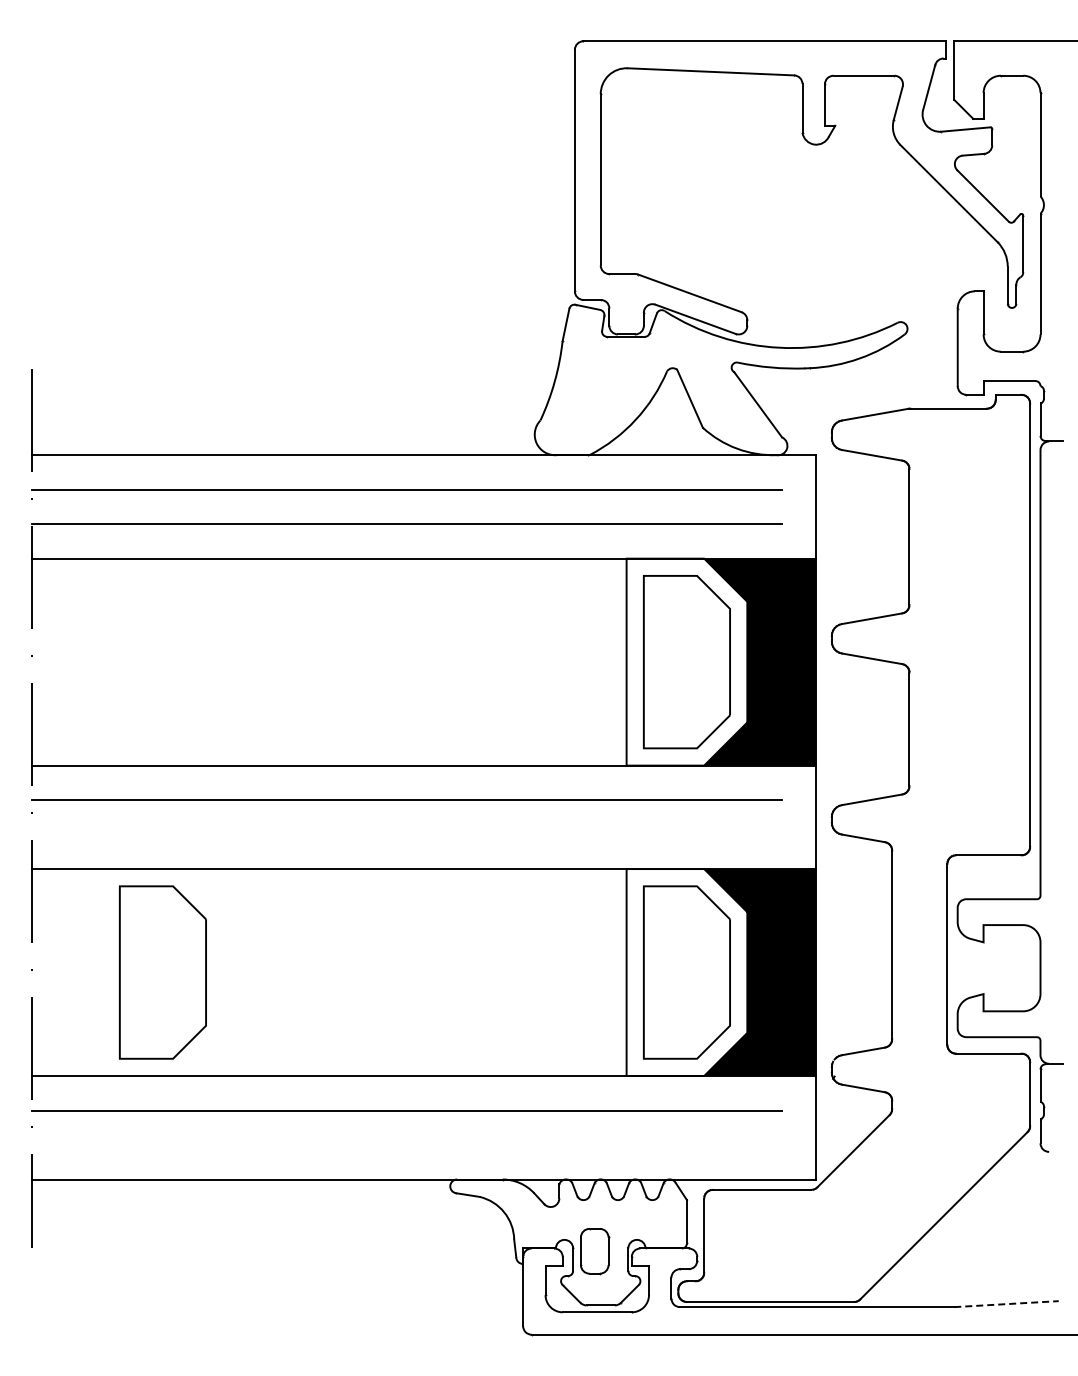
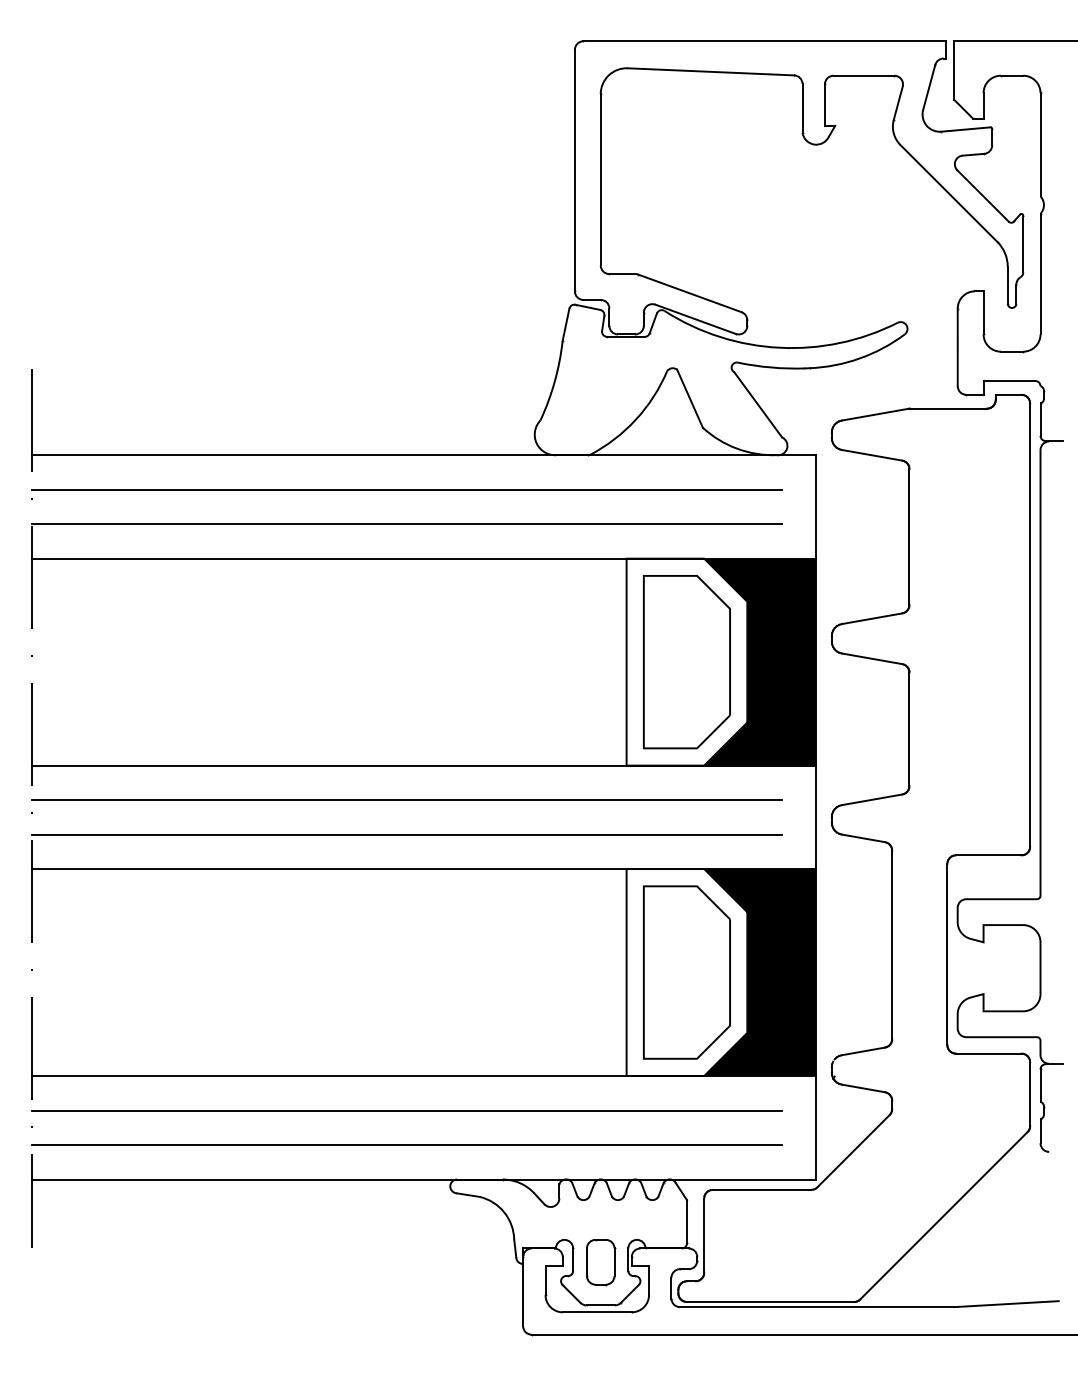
line at (406, 834): none -> present
part at (162, 972): present -> none
line at (406, 1145): none -> present
part at (595, 1251) position: (595, 1251) -> (601, 1262)
line at (1007, 1304): dashed -> solid
